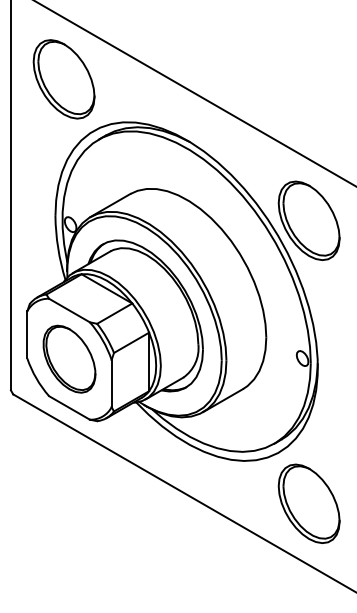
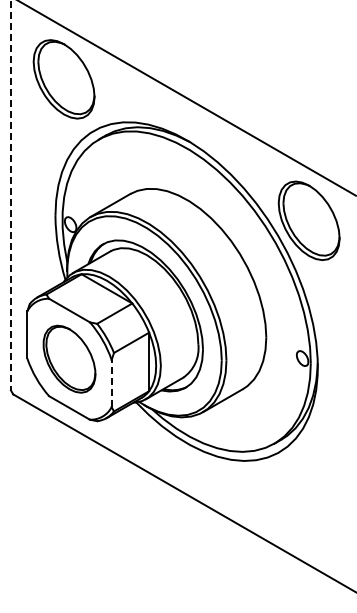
line at (194, 93) position: (194, 93) -> (186, 98)
line at (10, 195): solid -> dashed
line at (111, 383): solid -> dashed
part at (308, 503): present -> none
